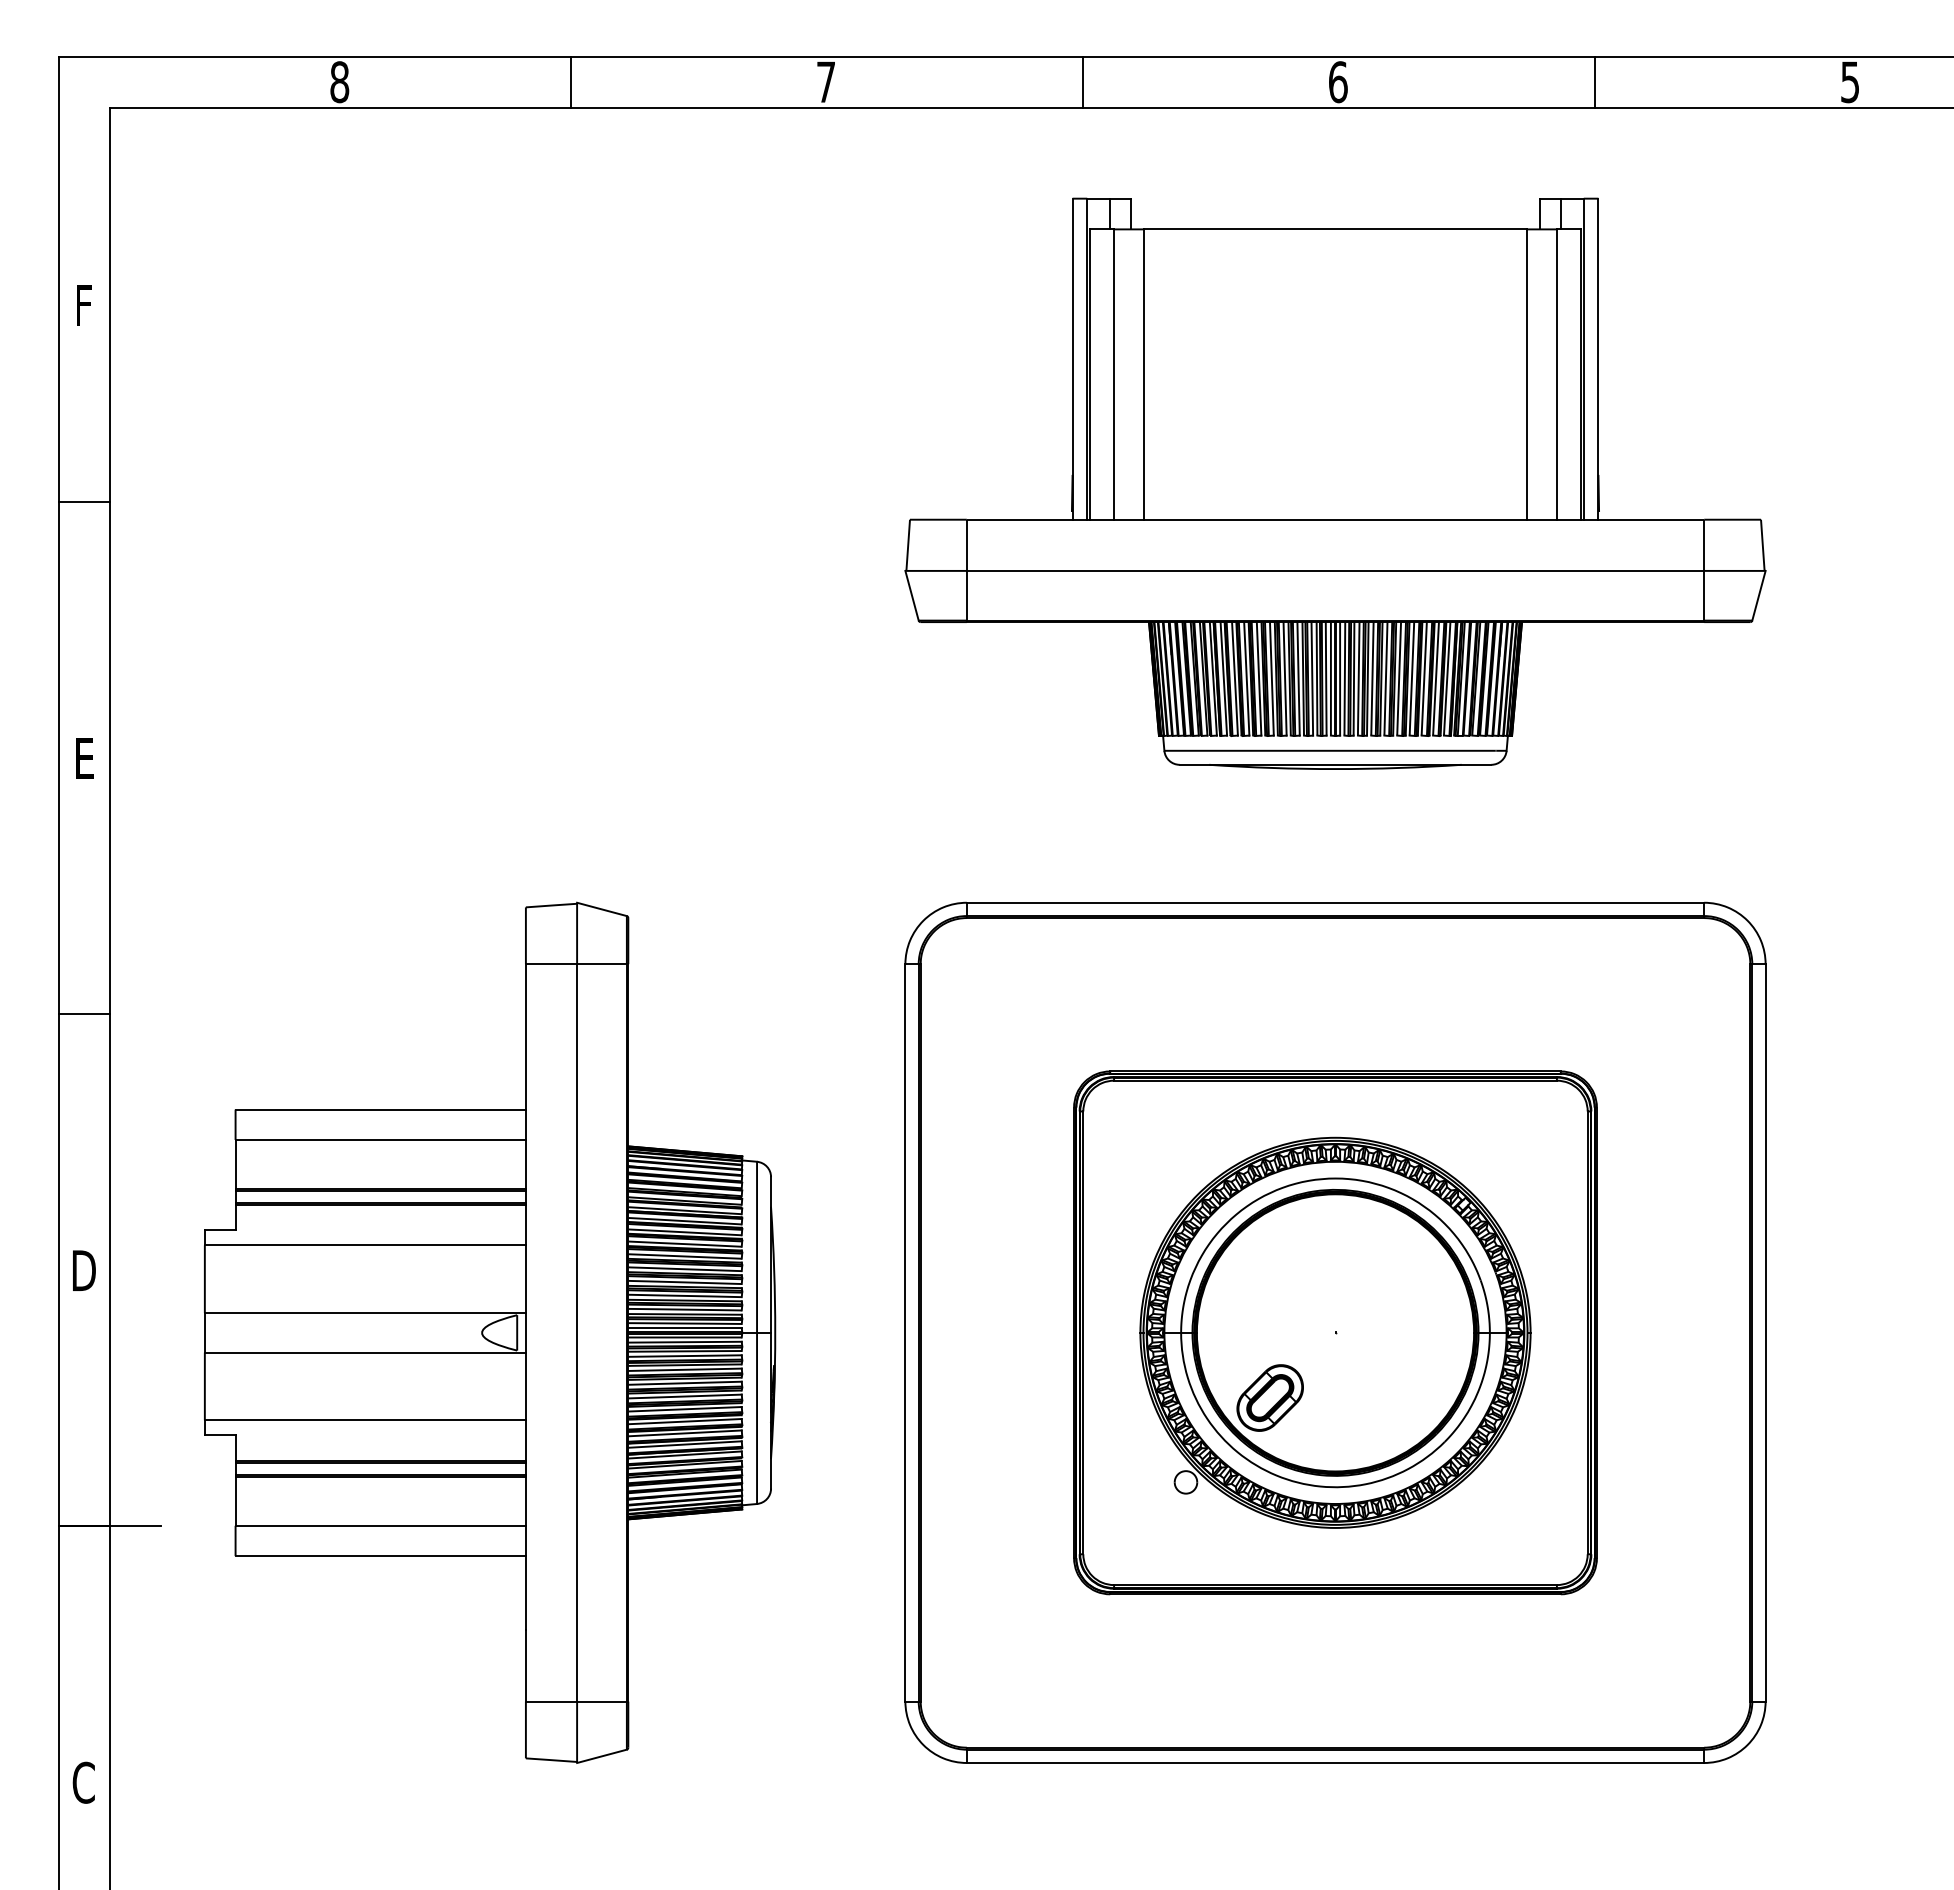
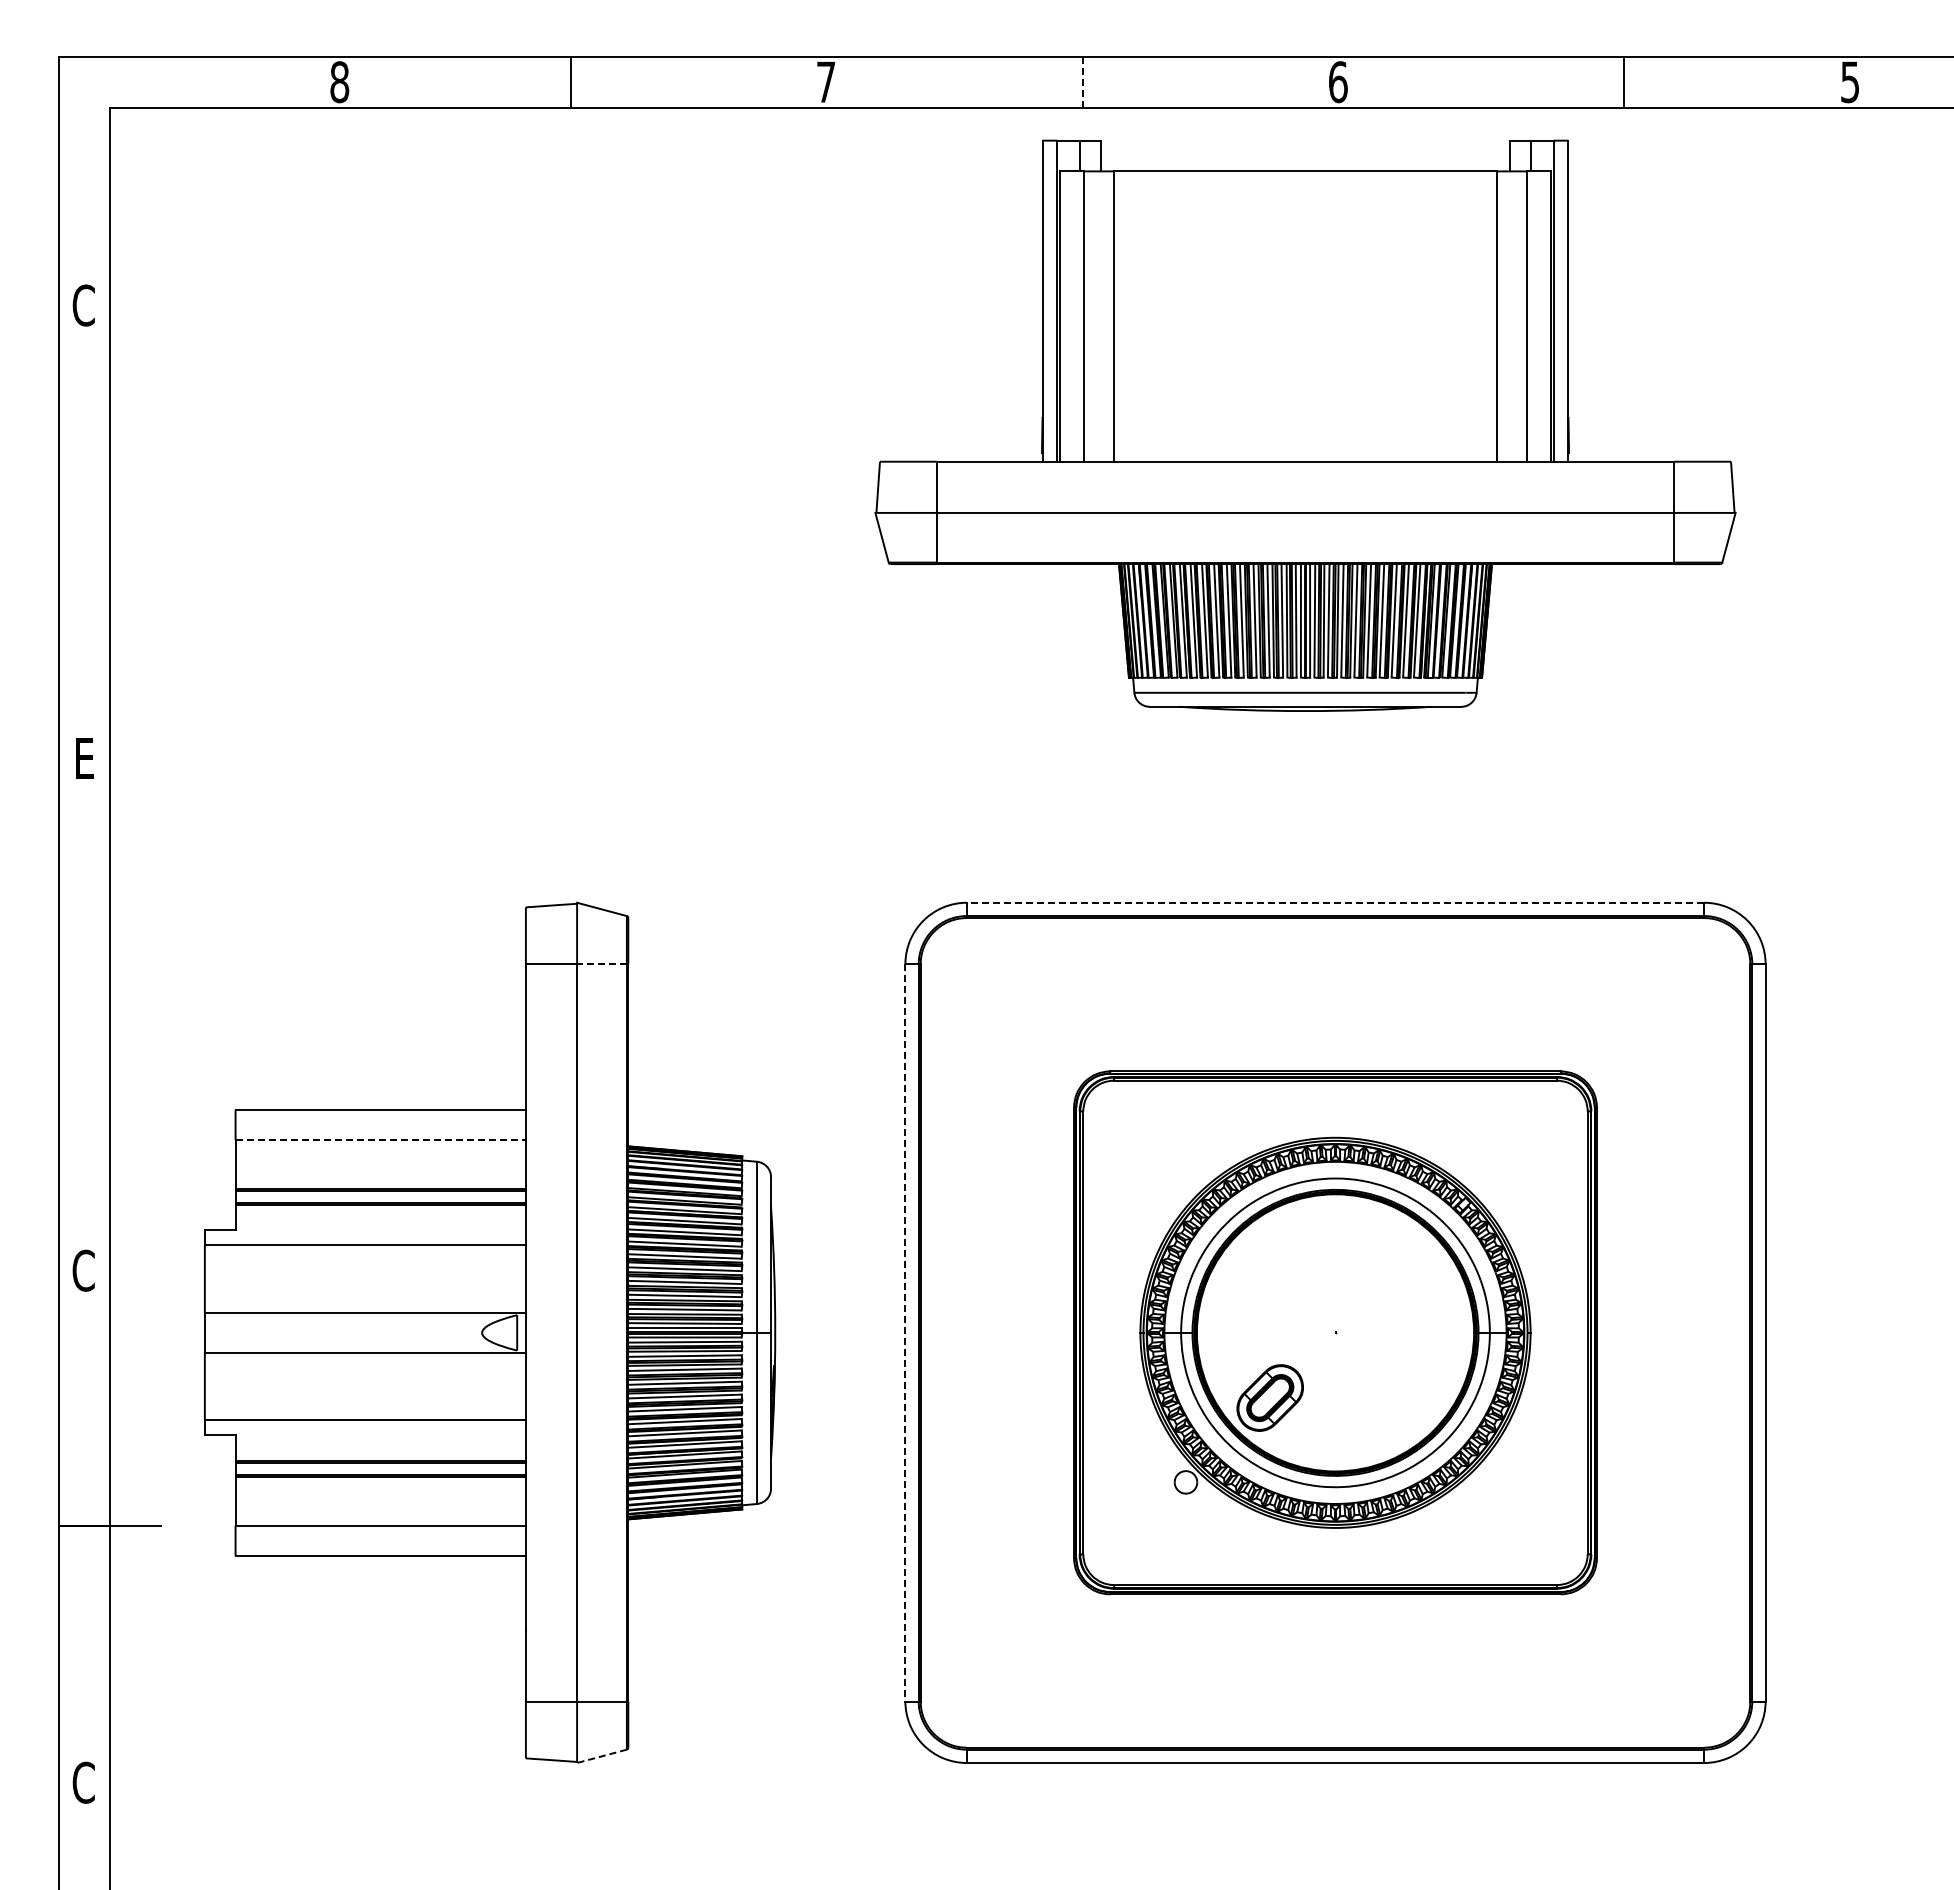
line at (1594, 81) position: (1594, 81) -> (1623, 81)
line at (1082, 82): solid -> dashed
text at (83, 305): F -> C
part at (1335, 483) position: (1335, 483) -> (1305, 425)
line at (83, 502): present -> none
line at (1335, 902): solid -> dashed
line at (601, 964): solid -> dashed
line at (83, 1014): present -> none
line at (381, 1139): solid -> dashed
text at (83, 1270): D -> C
line at (905, 1332): solid -> dashed
line at (601, 1756): solid -> dashed
